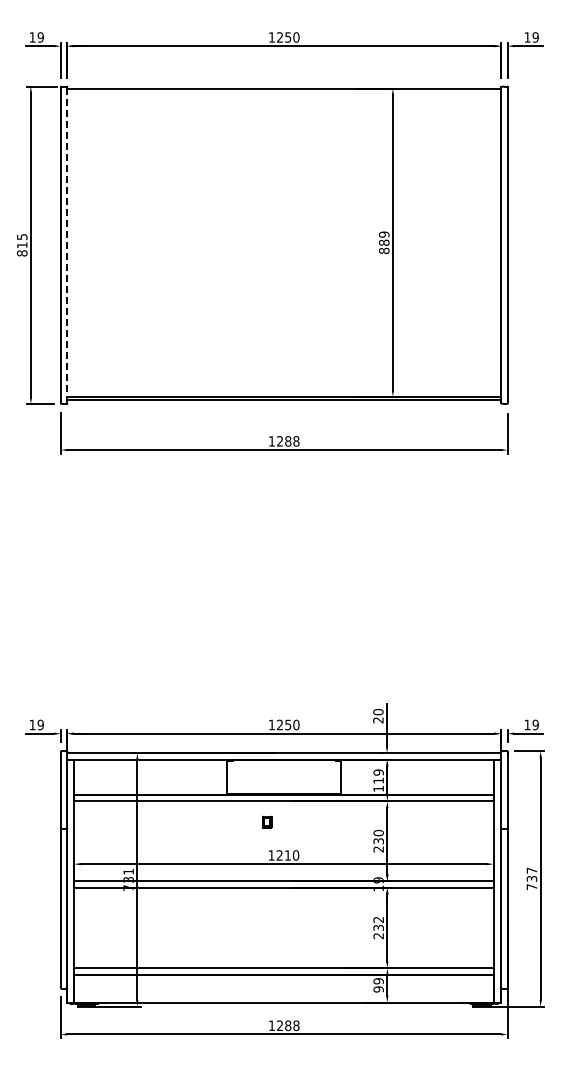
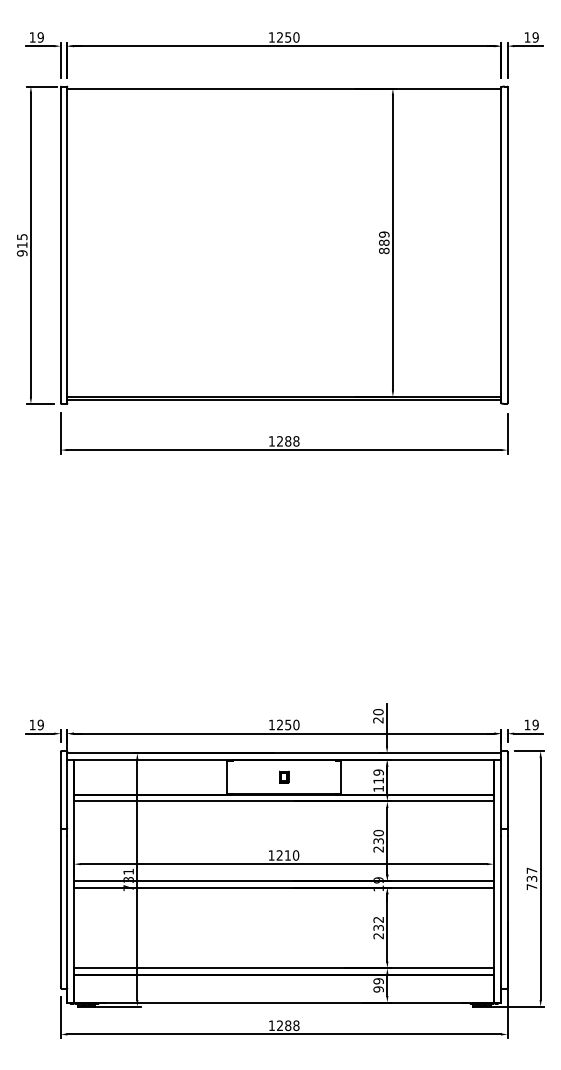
line at (67, 245): dashed -> solid
text at (22, 253): 815 -> 915
part at (267, 821) position: (267, 821) -> (284, 776)
